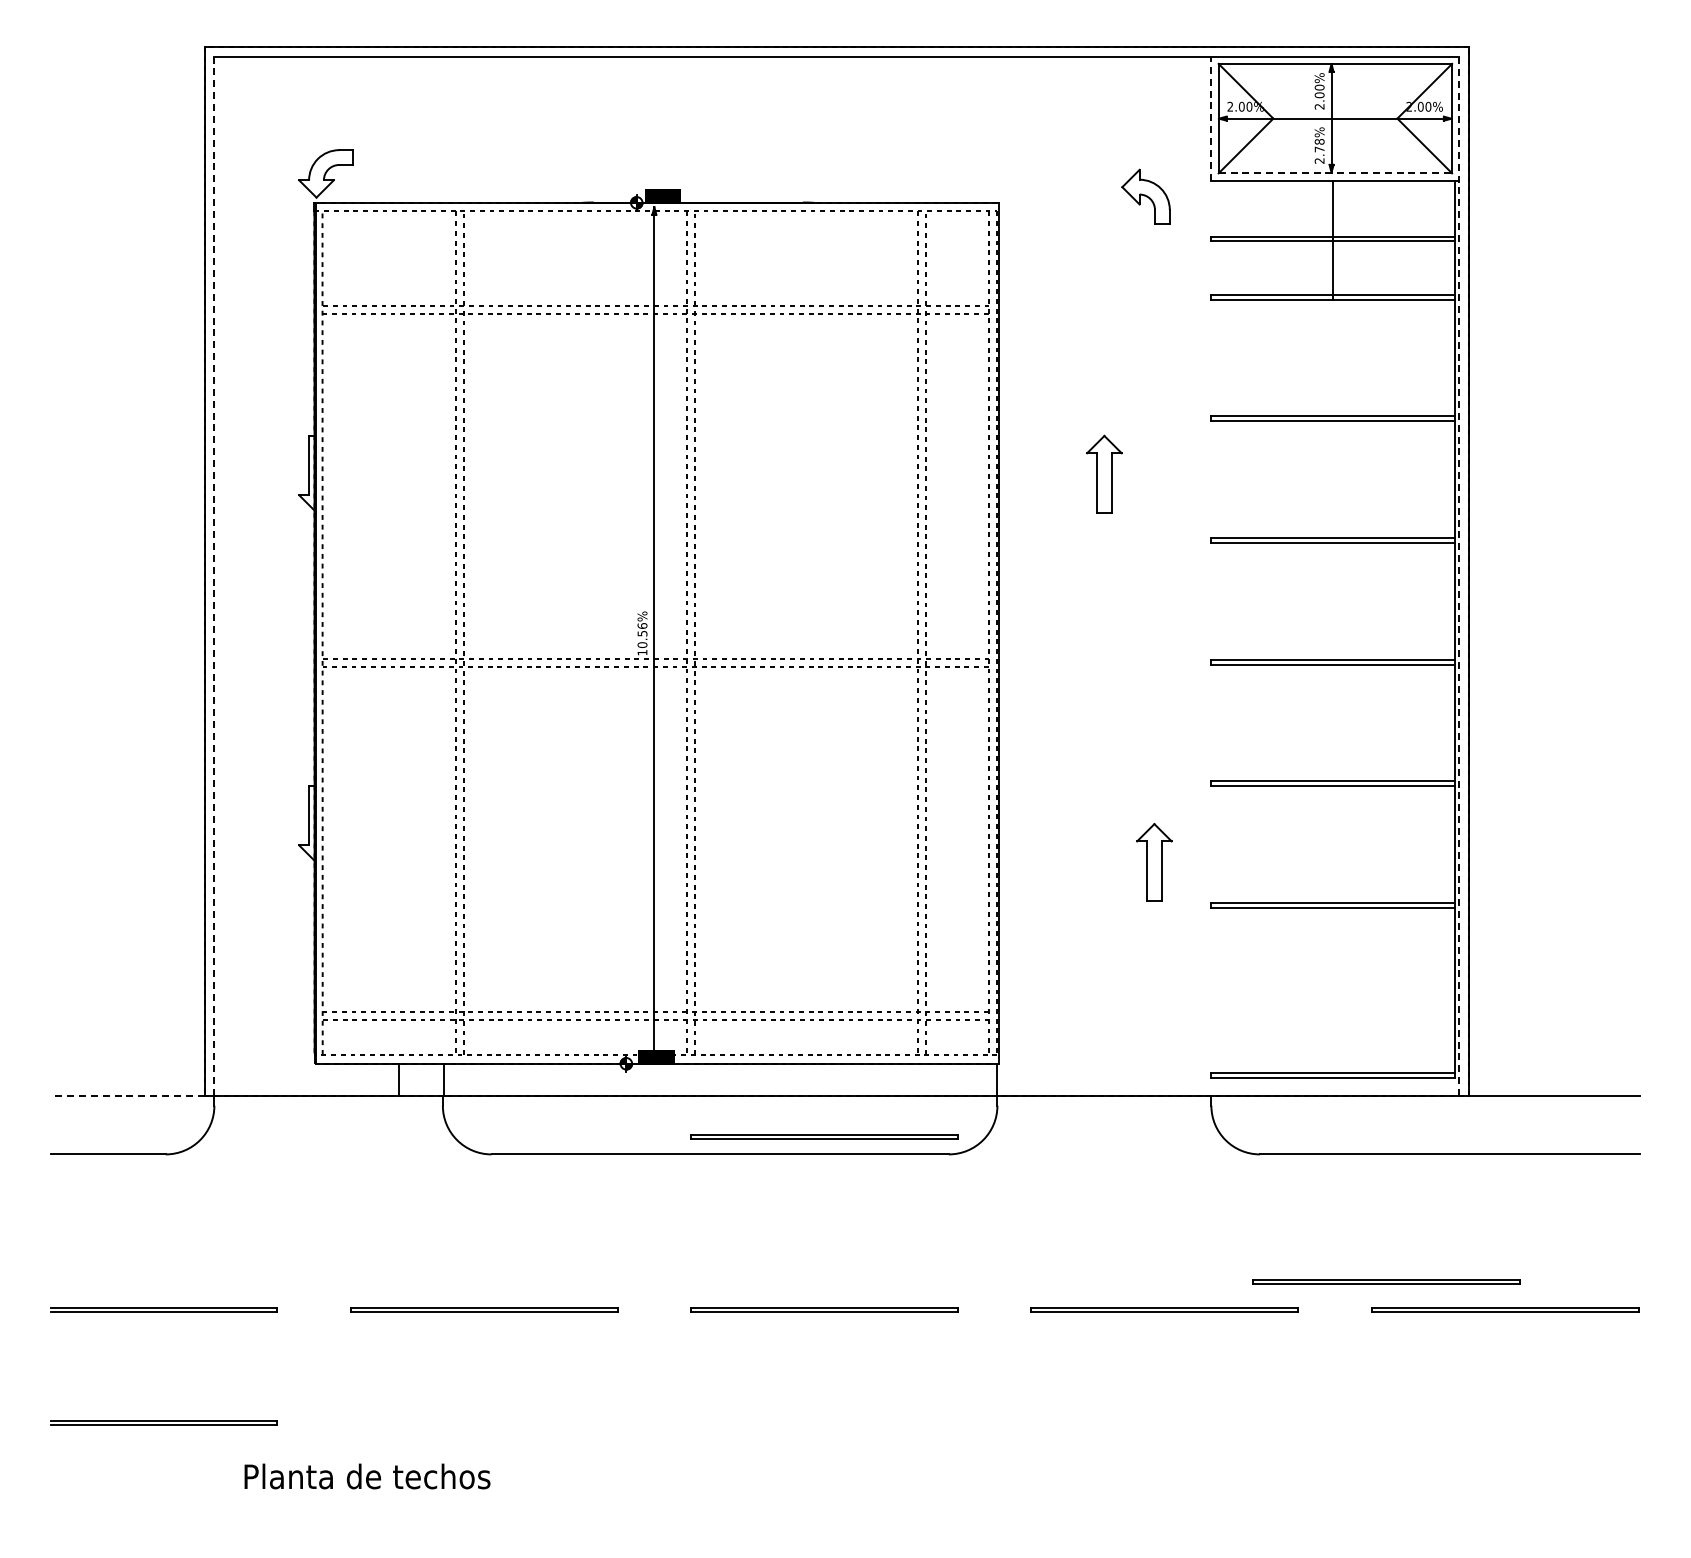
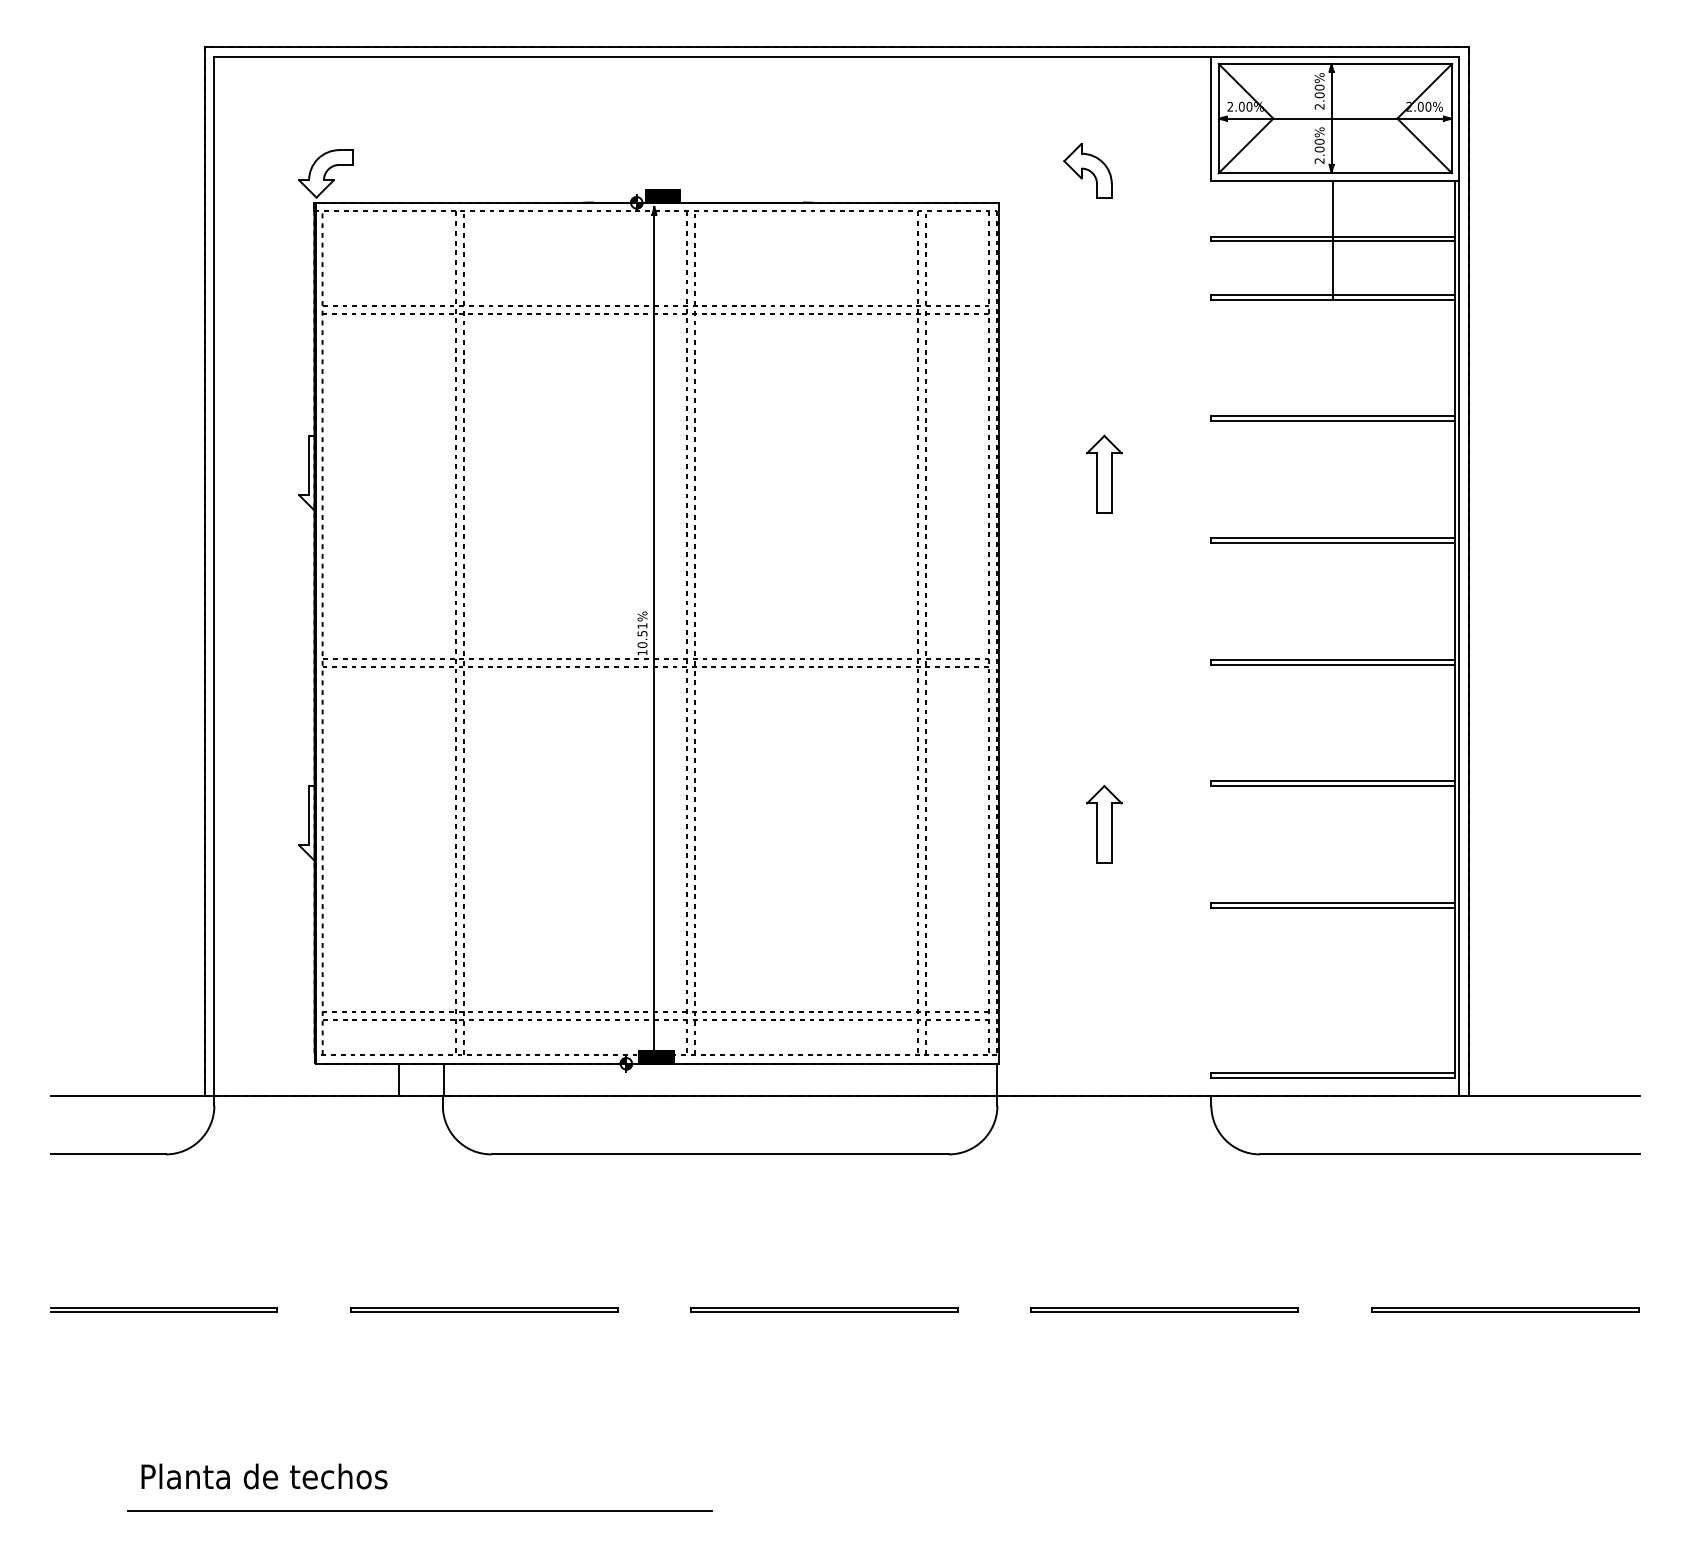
line at (1211, 118): dashed -> solid
text at (1319, 145): 2.78% -> 2.00%
line at (1335, 173): dashed -> solid
part at (1145, 196) position: (1145, 196) -> (1087, 170)
line at (214, 576): dashed -> solid
line at (1459, 576): dashed -> solid
text at (642, 625): 10.56% -> 10.51%
part at (1154, 862) position: (1154, 862) -> (1104, 824)
line at (127, 1096): dashed -> solid
part at (824, 1136): present -> none
part at (1386, 1281): present -> none
part at (163, 1422): present -> none
text at (367, 1476) position: (367, 1476) -> (264, 1476)
line at (419, 1511): none -> present
